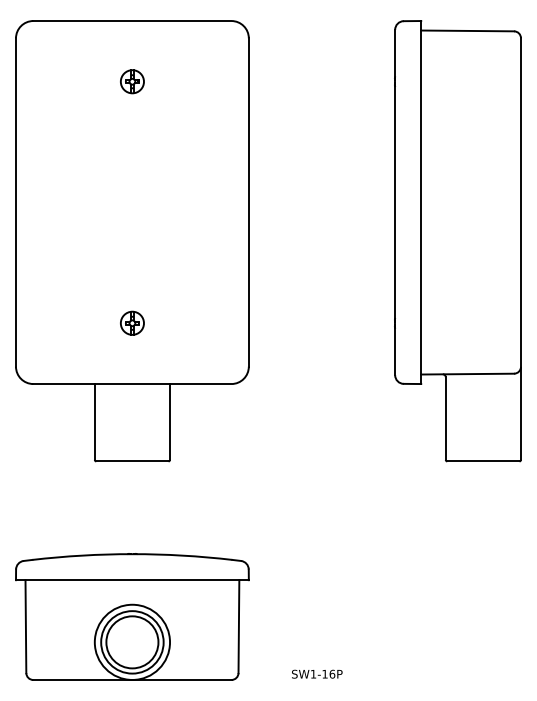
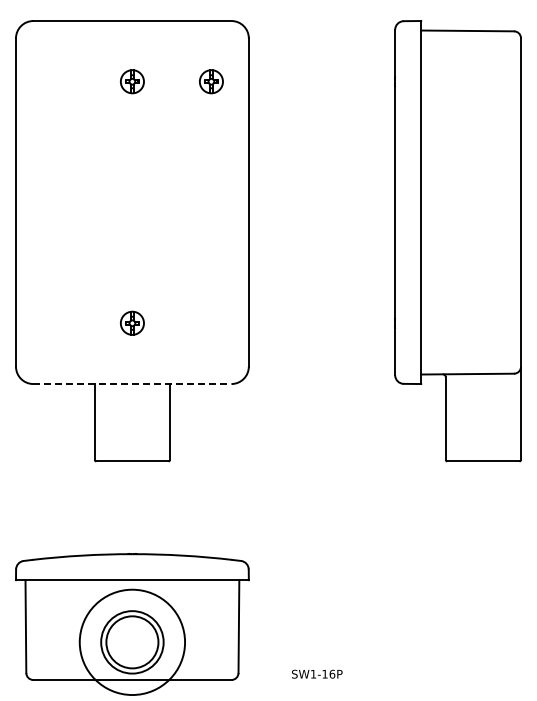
part at (211, 81): none -> present
line at (132, 384): solid -> dashed
circle at (132, 641) diameter: 75 px -> 105 px
